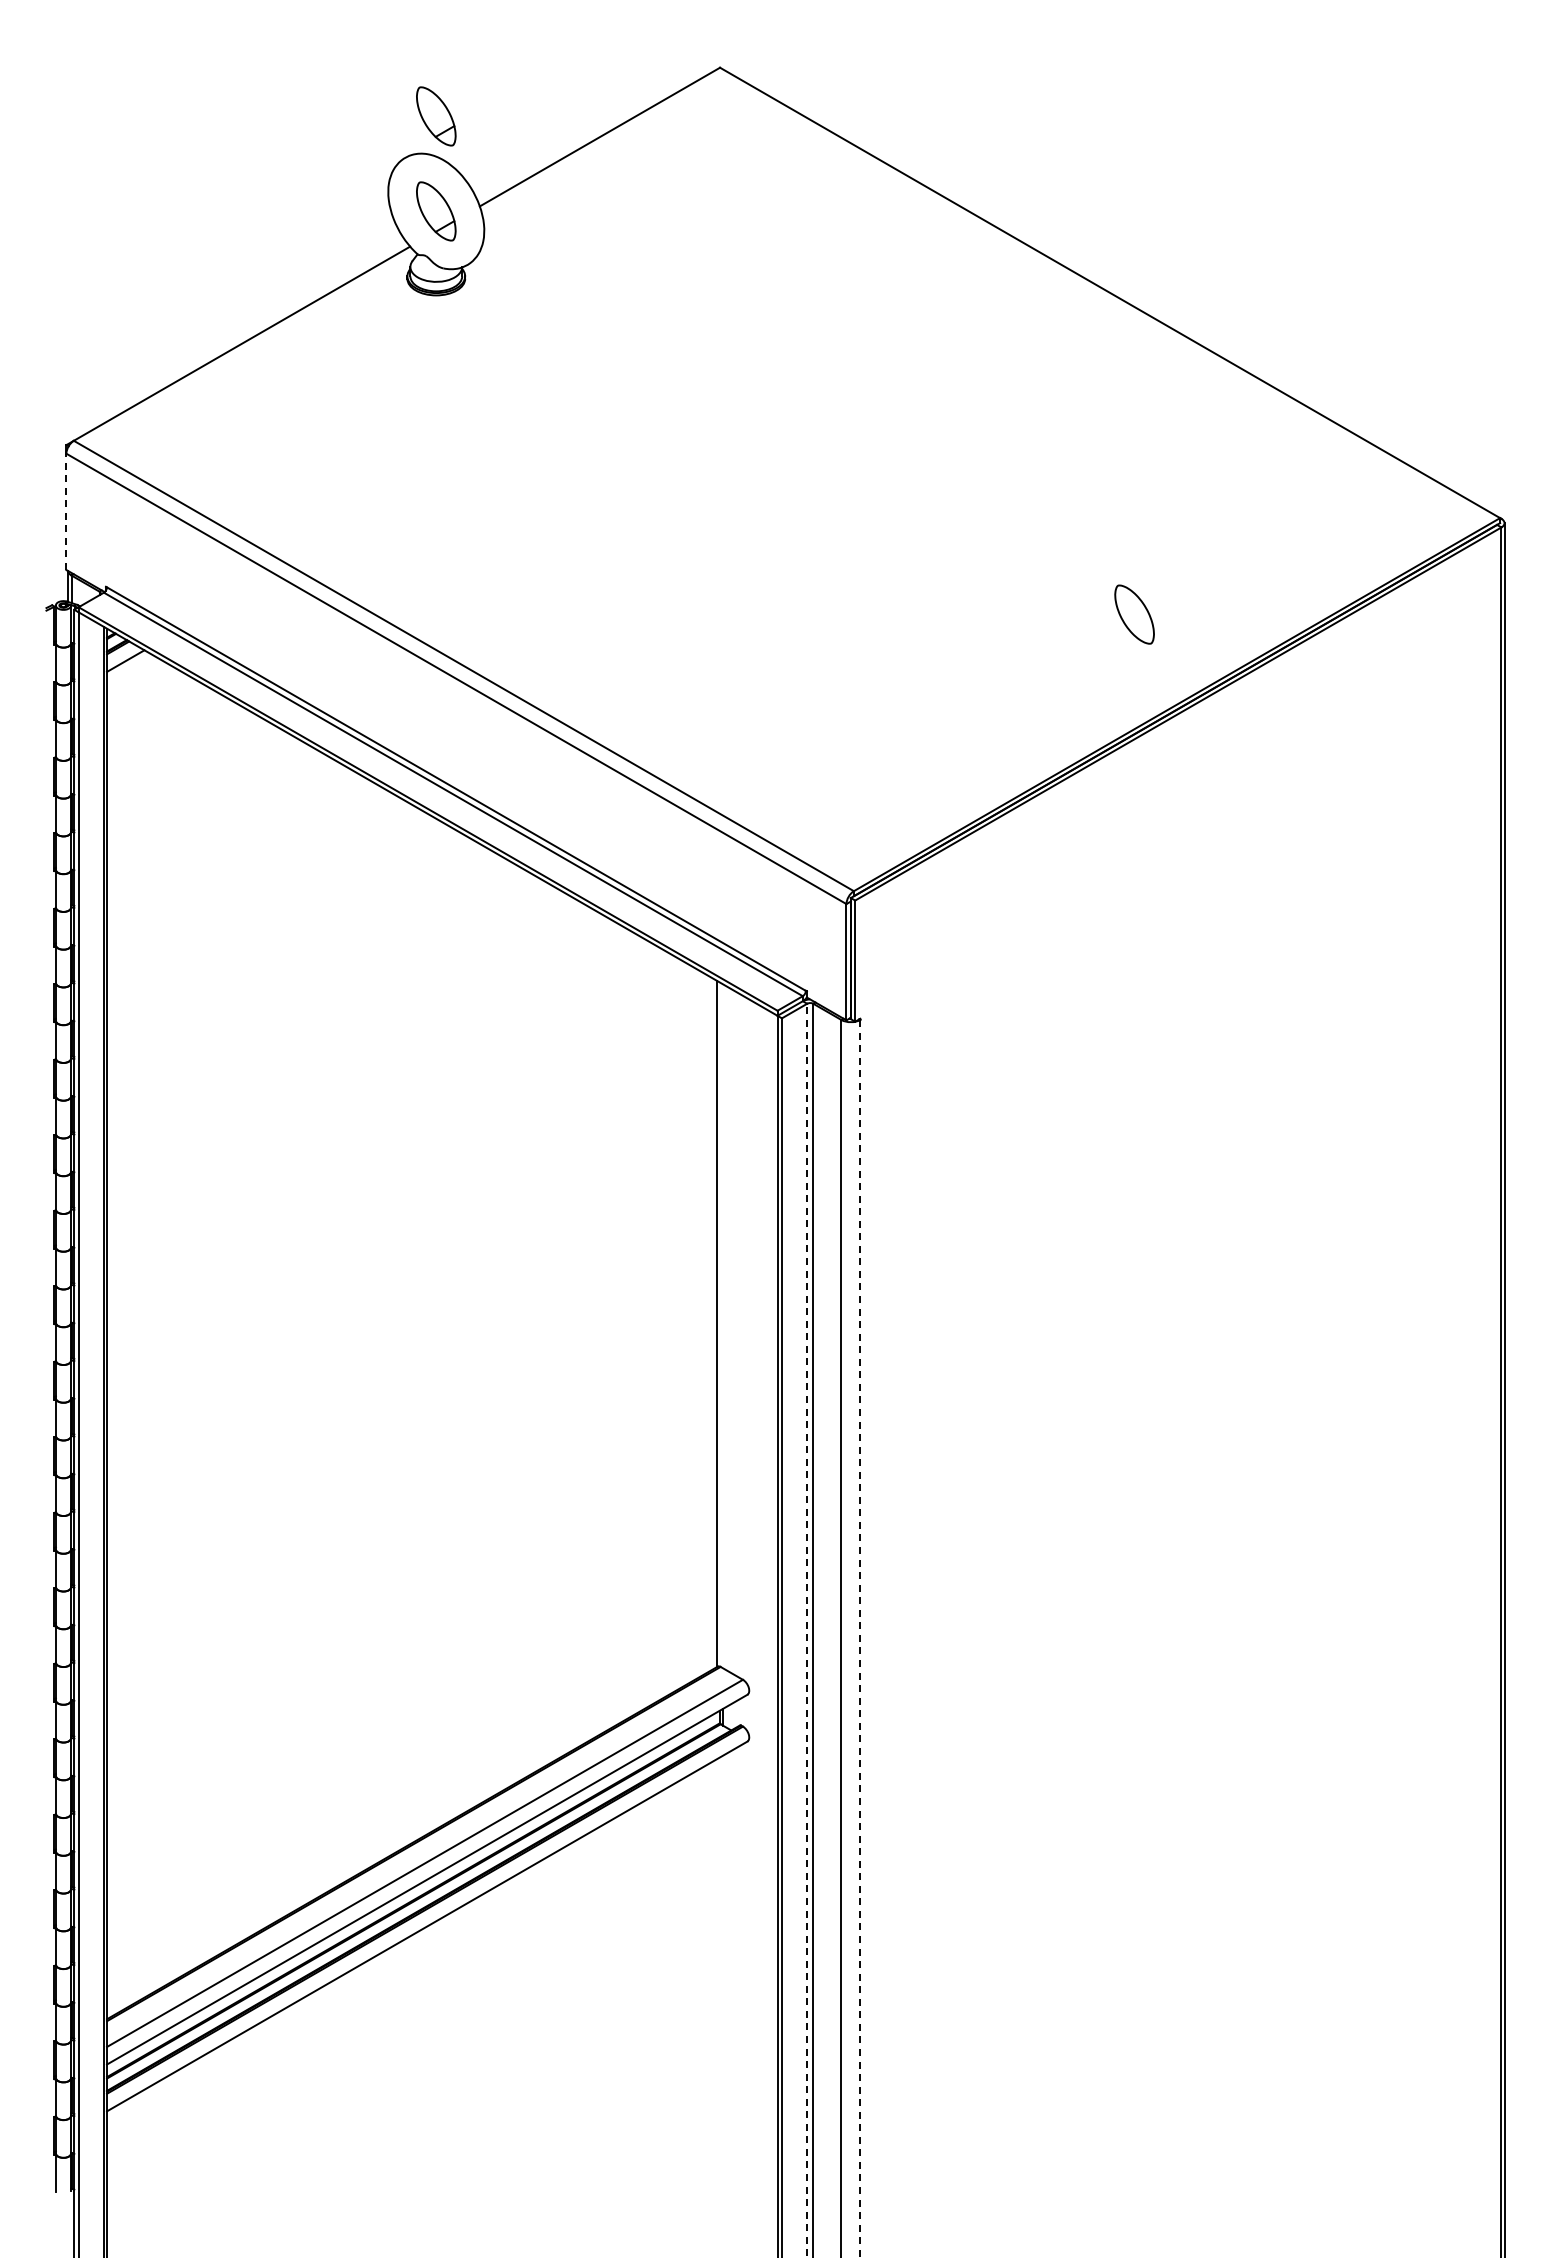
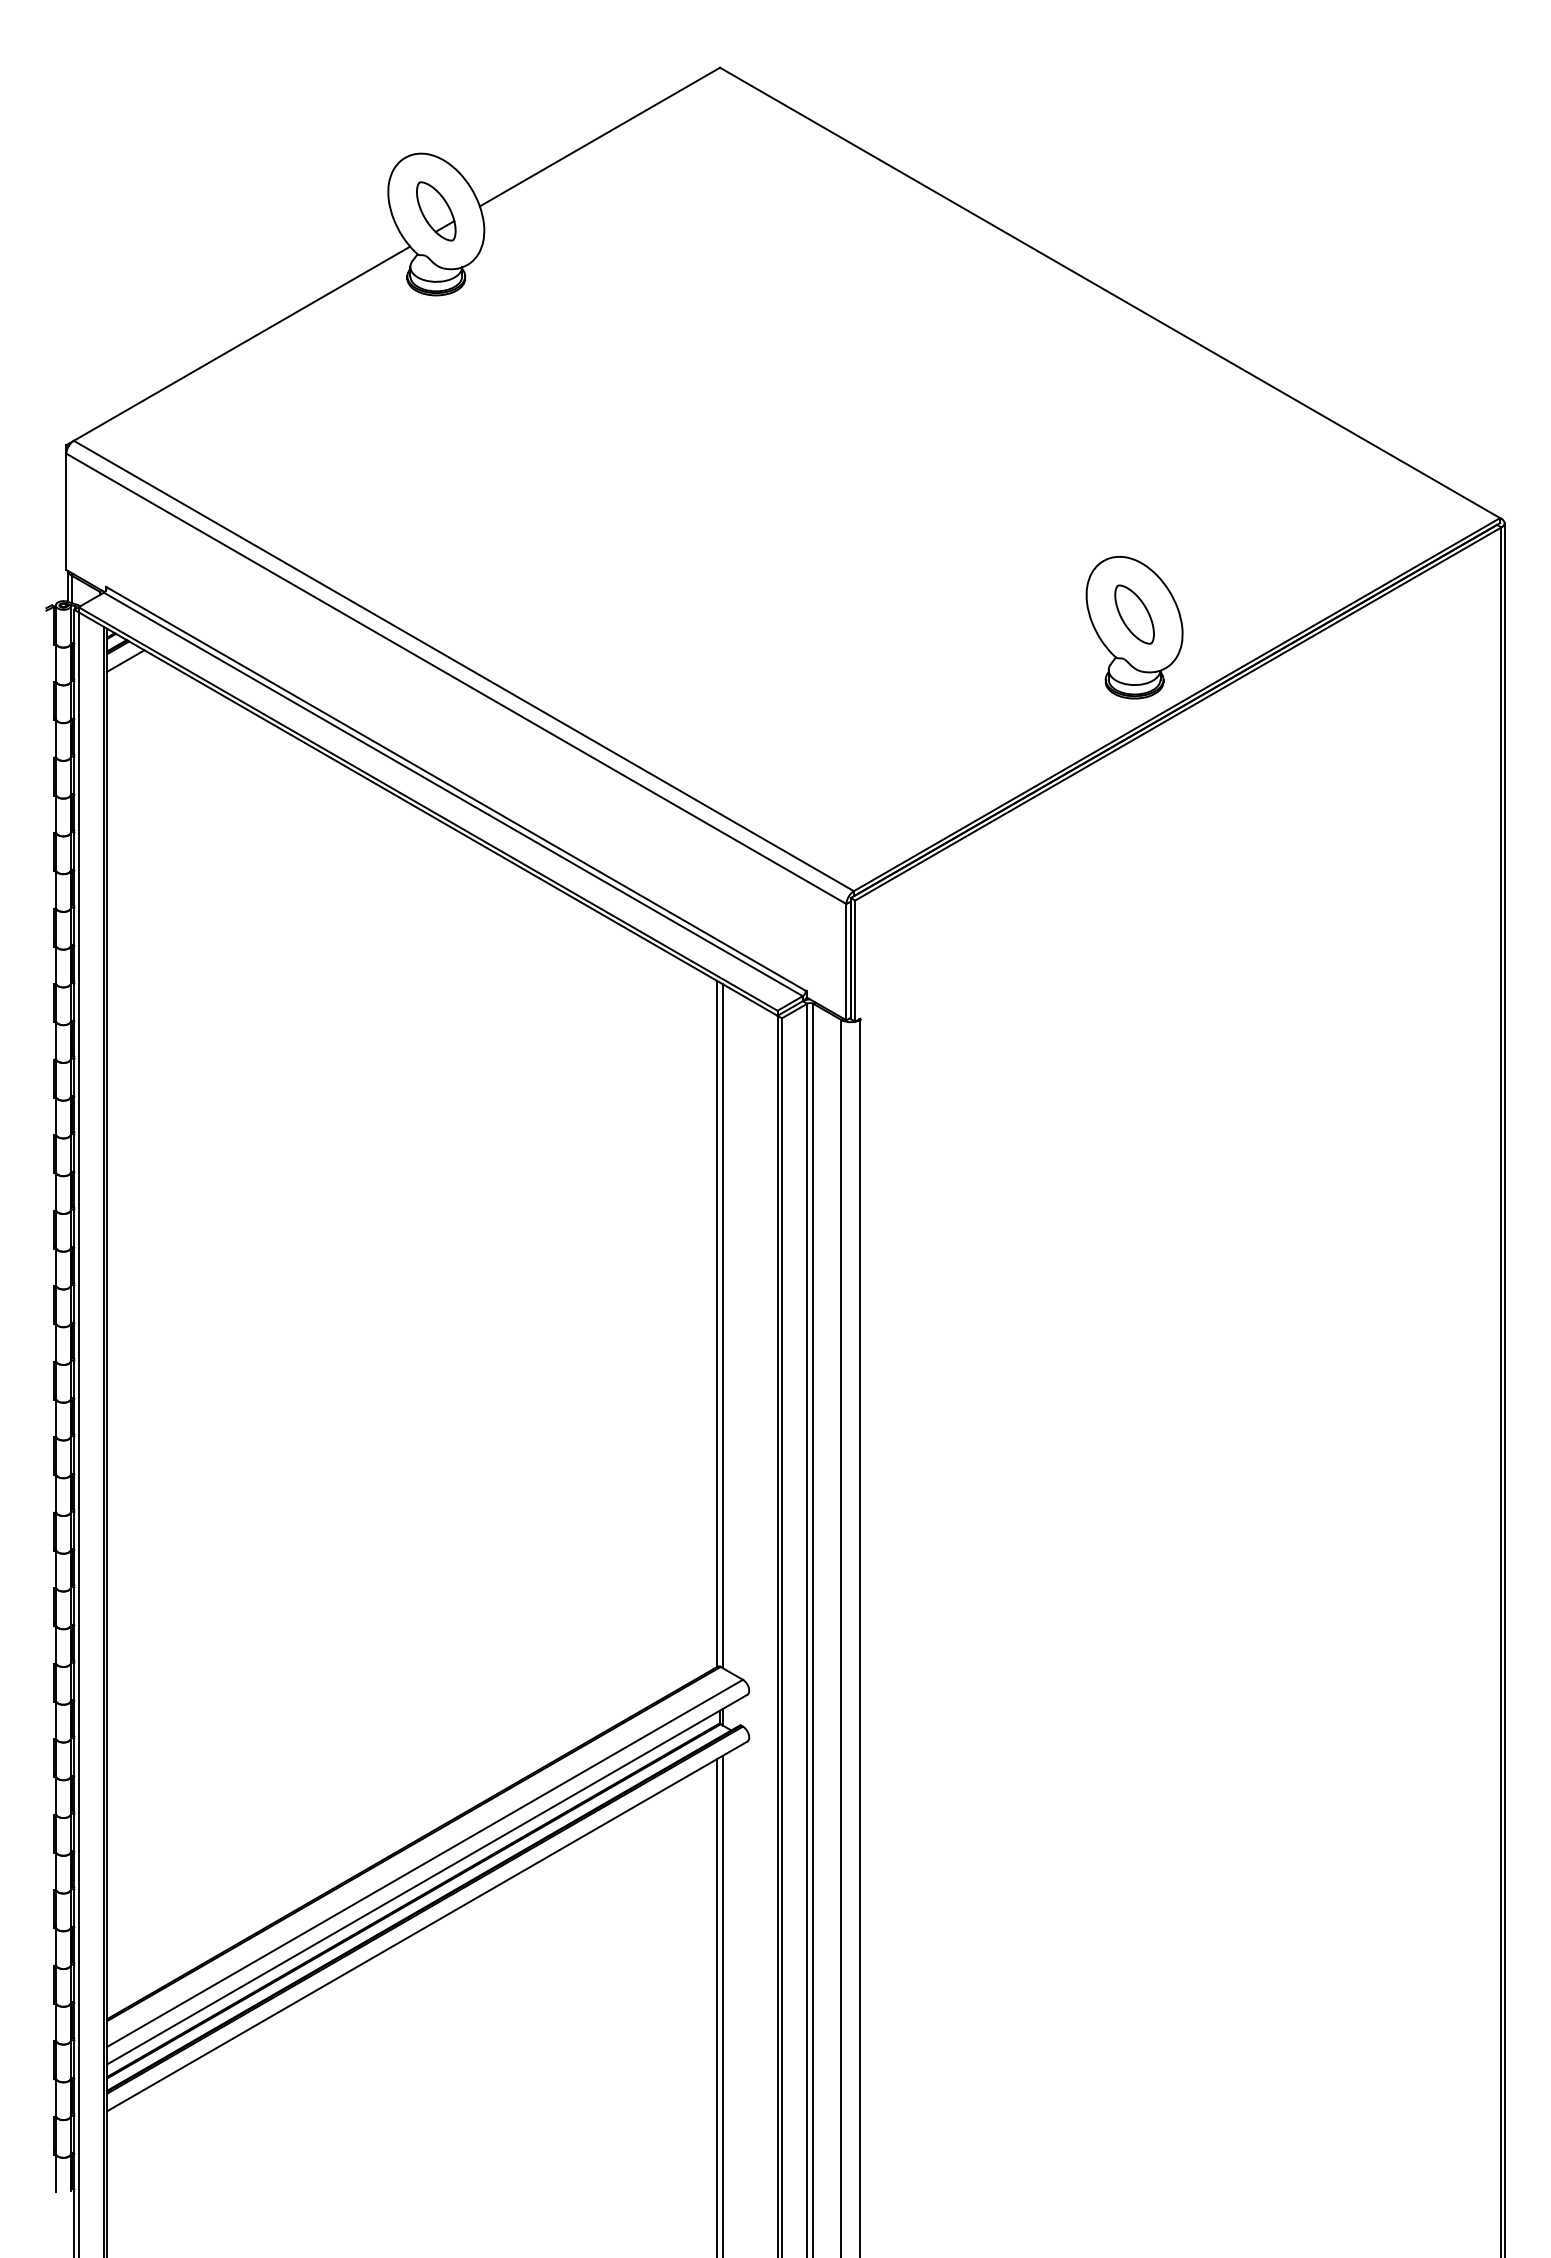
part at (436, 116): present -> none
line at (66, 511): dashed -> solid
part at (1134, 627): none -> present
line at (723, 1326): none -> present
line at (807, 1630): dashed -> solid
line at (860, 1638): dashed -> solid
line at (723, 2004): none -> present
line at (717, 2006): none -> present
